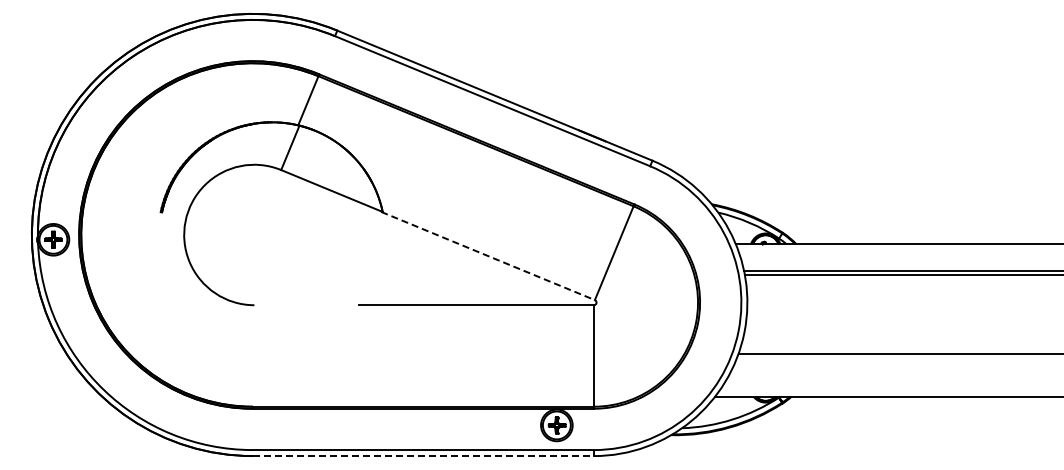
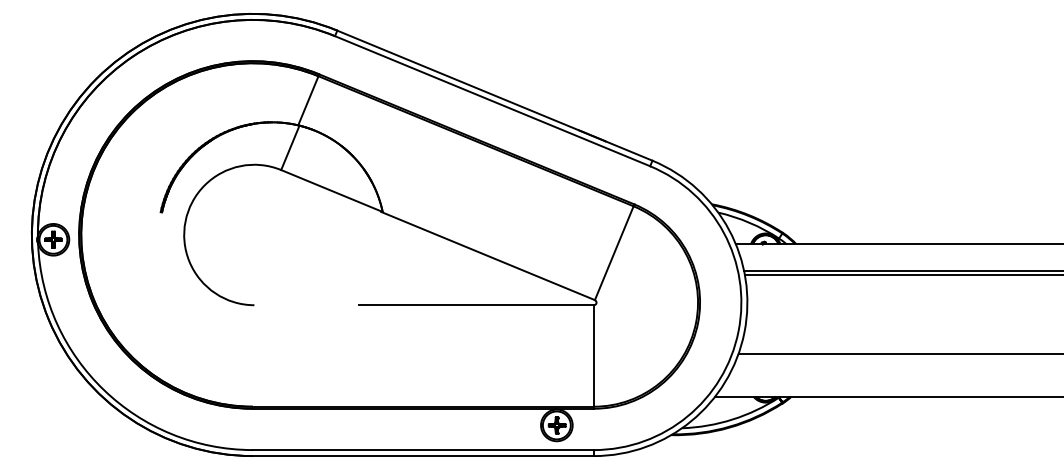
line at (488, 256): dashed -> solid
line at (423, 456): dashed -> solid
